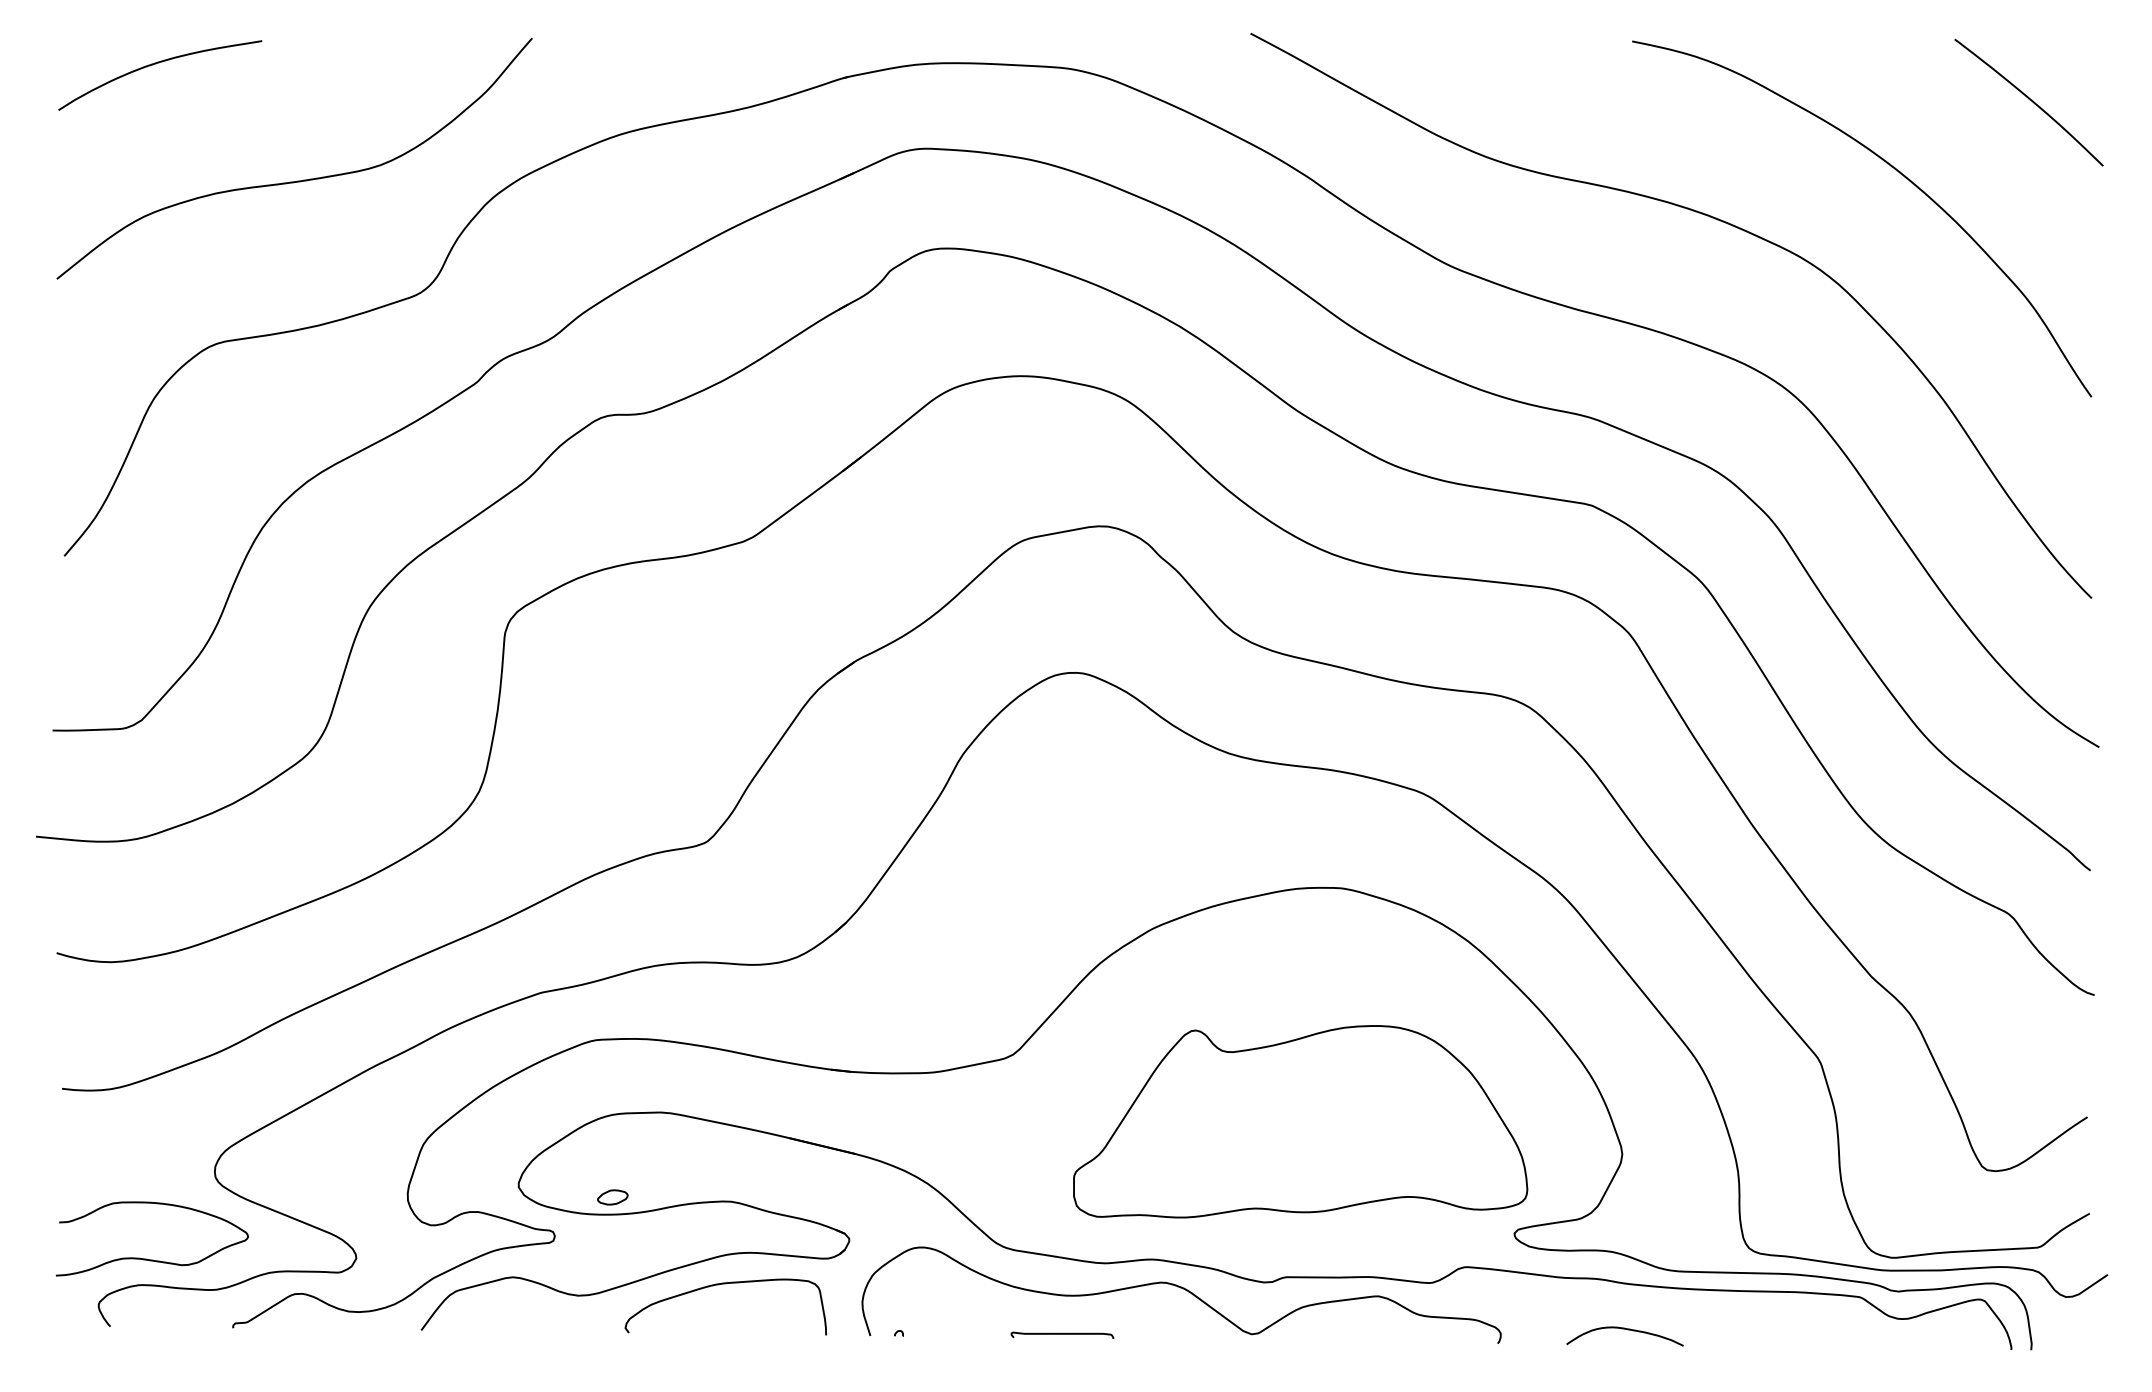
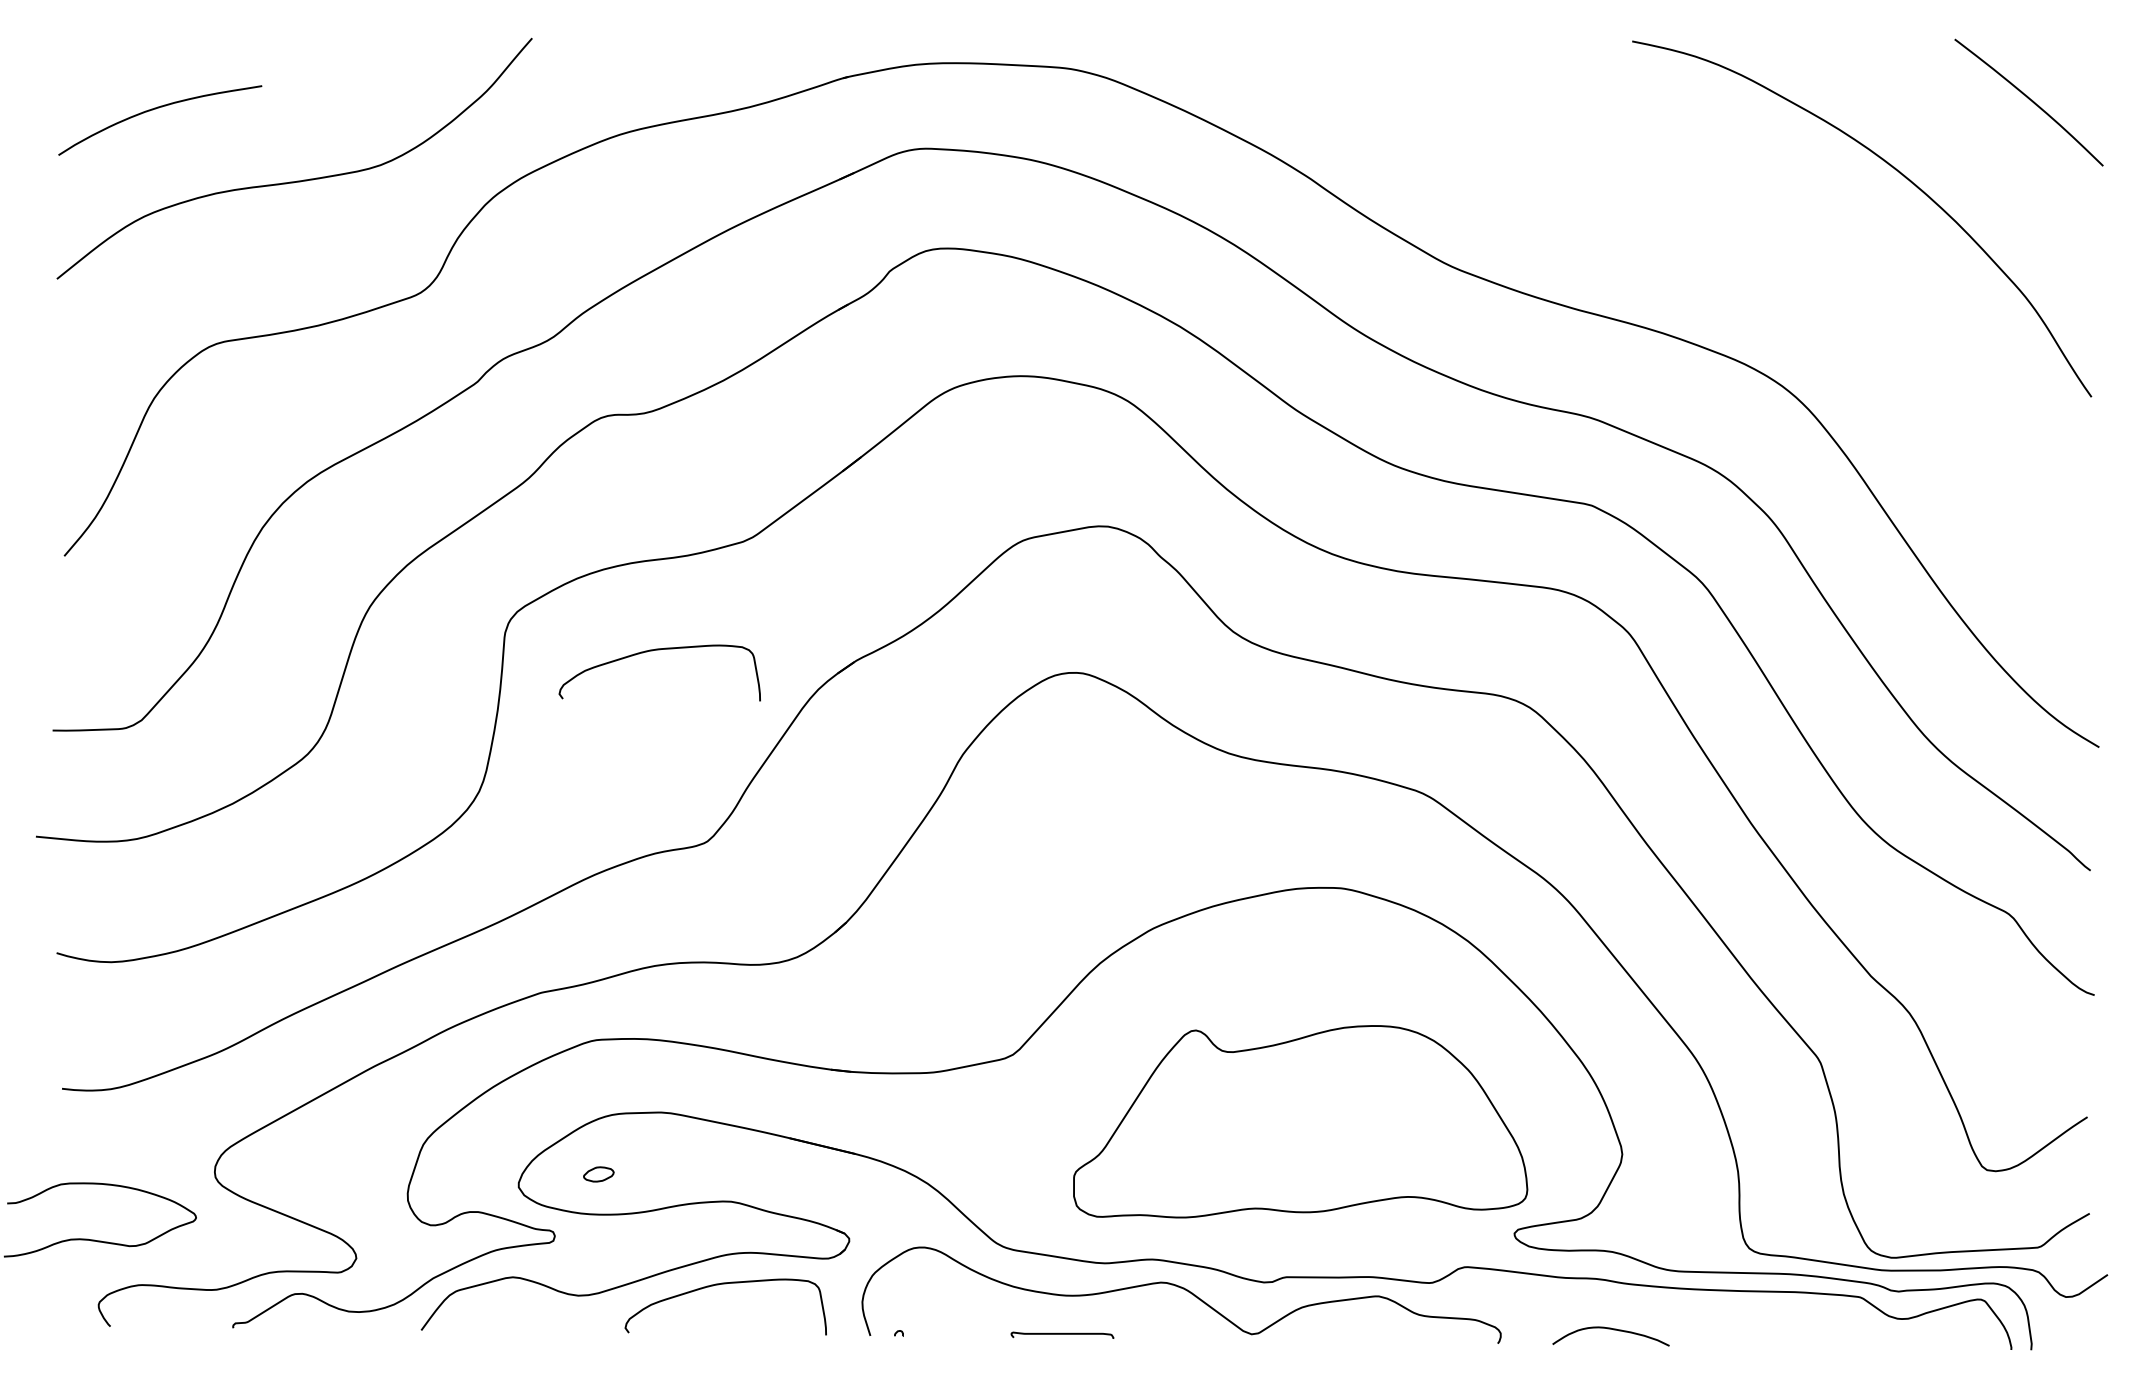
curve at (156, 64) position: (156, 64) -> (156, 109)
curve at (1704, 215): present -> none
curve at (659, 650): none -> present
part at (612, 1197) position: (612, 1197) -> (598, 1174)
curve at (146, 1258) position: (146, 1258) -> (94, 1239)
curve at (1627, 1330) position: (1627, 1330) -> (1613, 1330)
